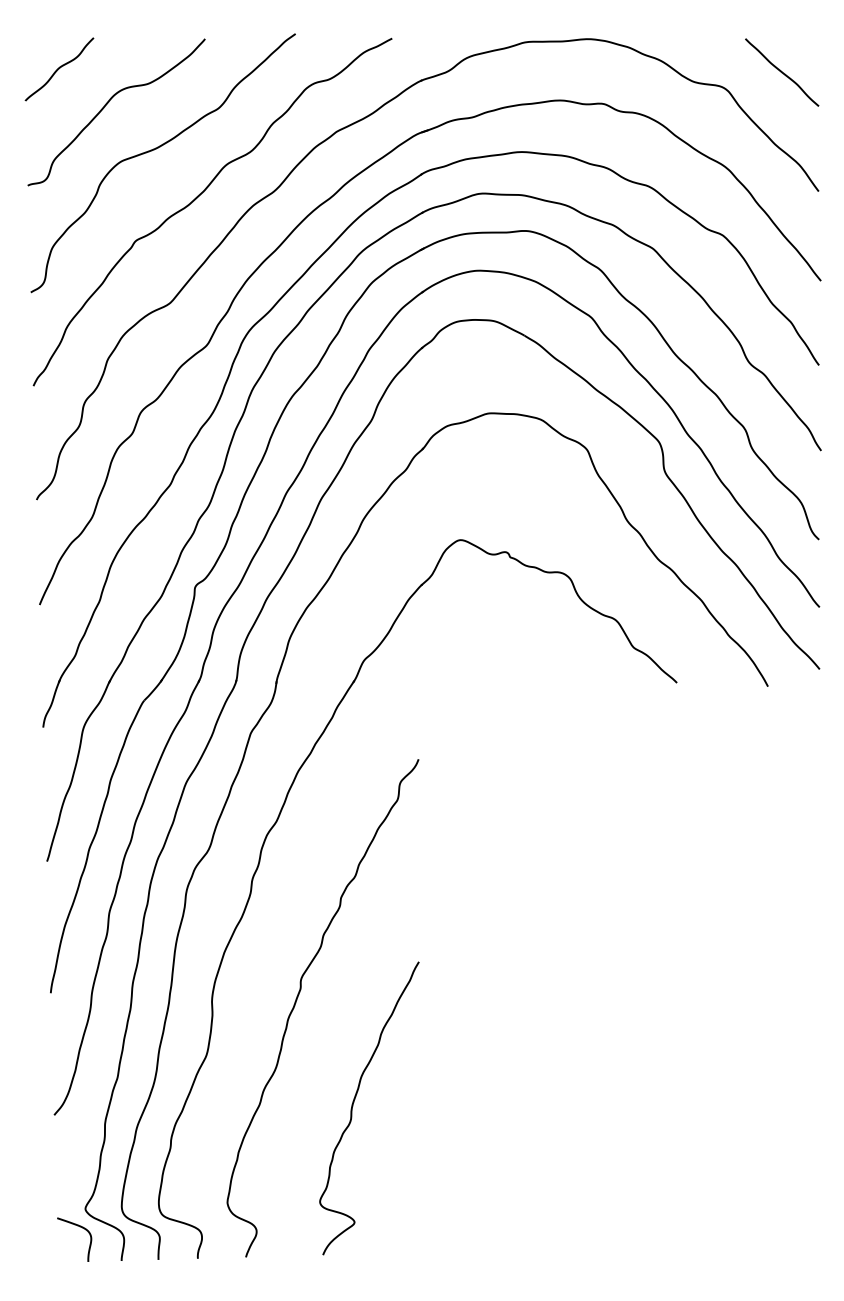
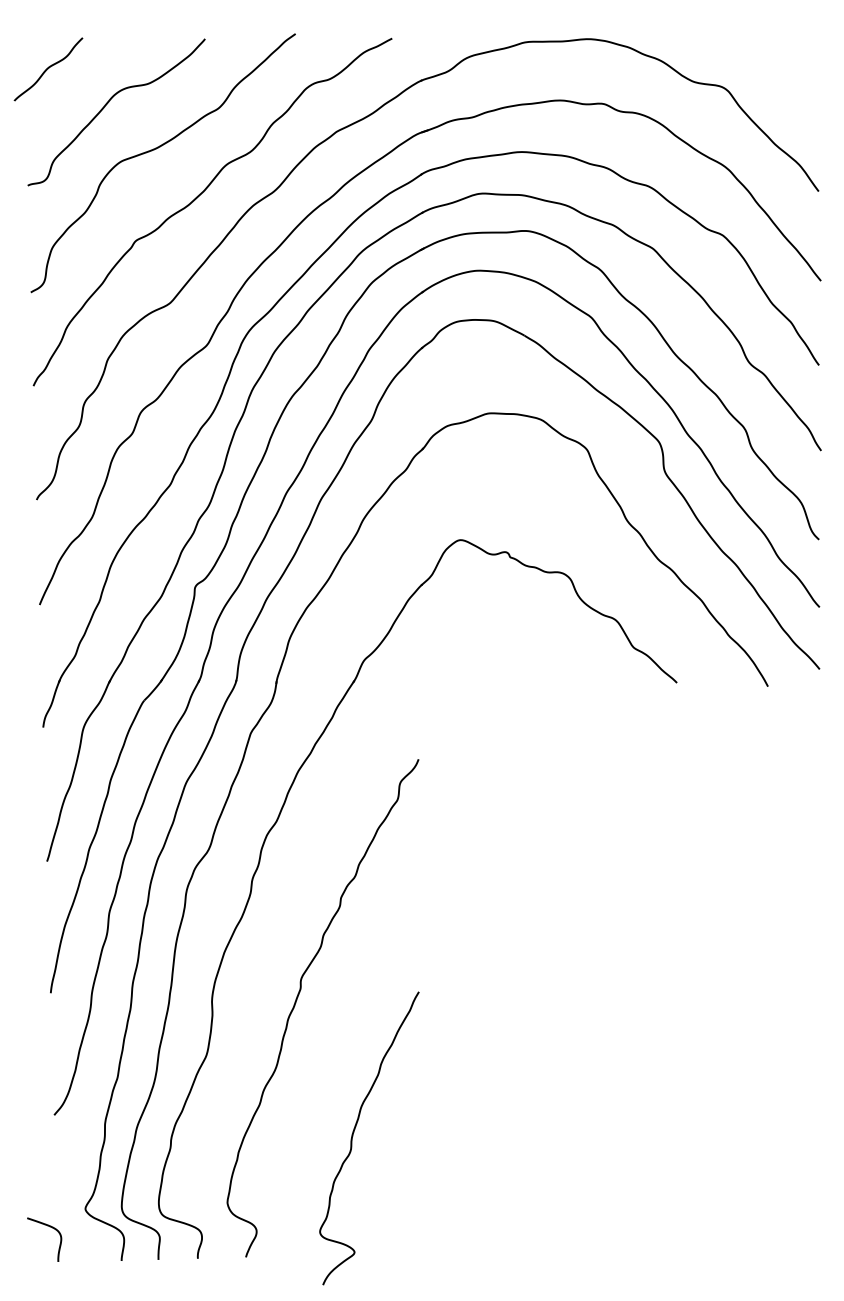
curve at (59, 69) position: (59, 69) -> (48, 69)
curve at (782, 72): present -> none
curve at (353, 1106) position: (353, 1106) -> (353, 1136)
curve at (77, 1226) position: (77, 1226) -> (47, 1226)
